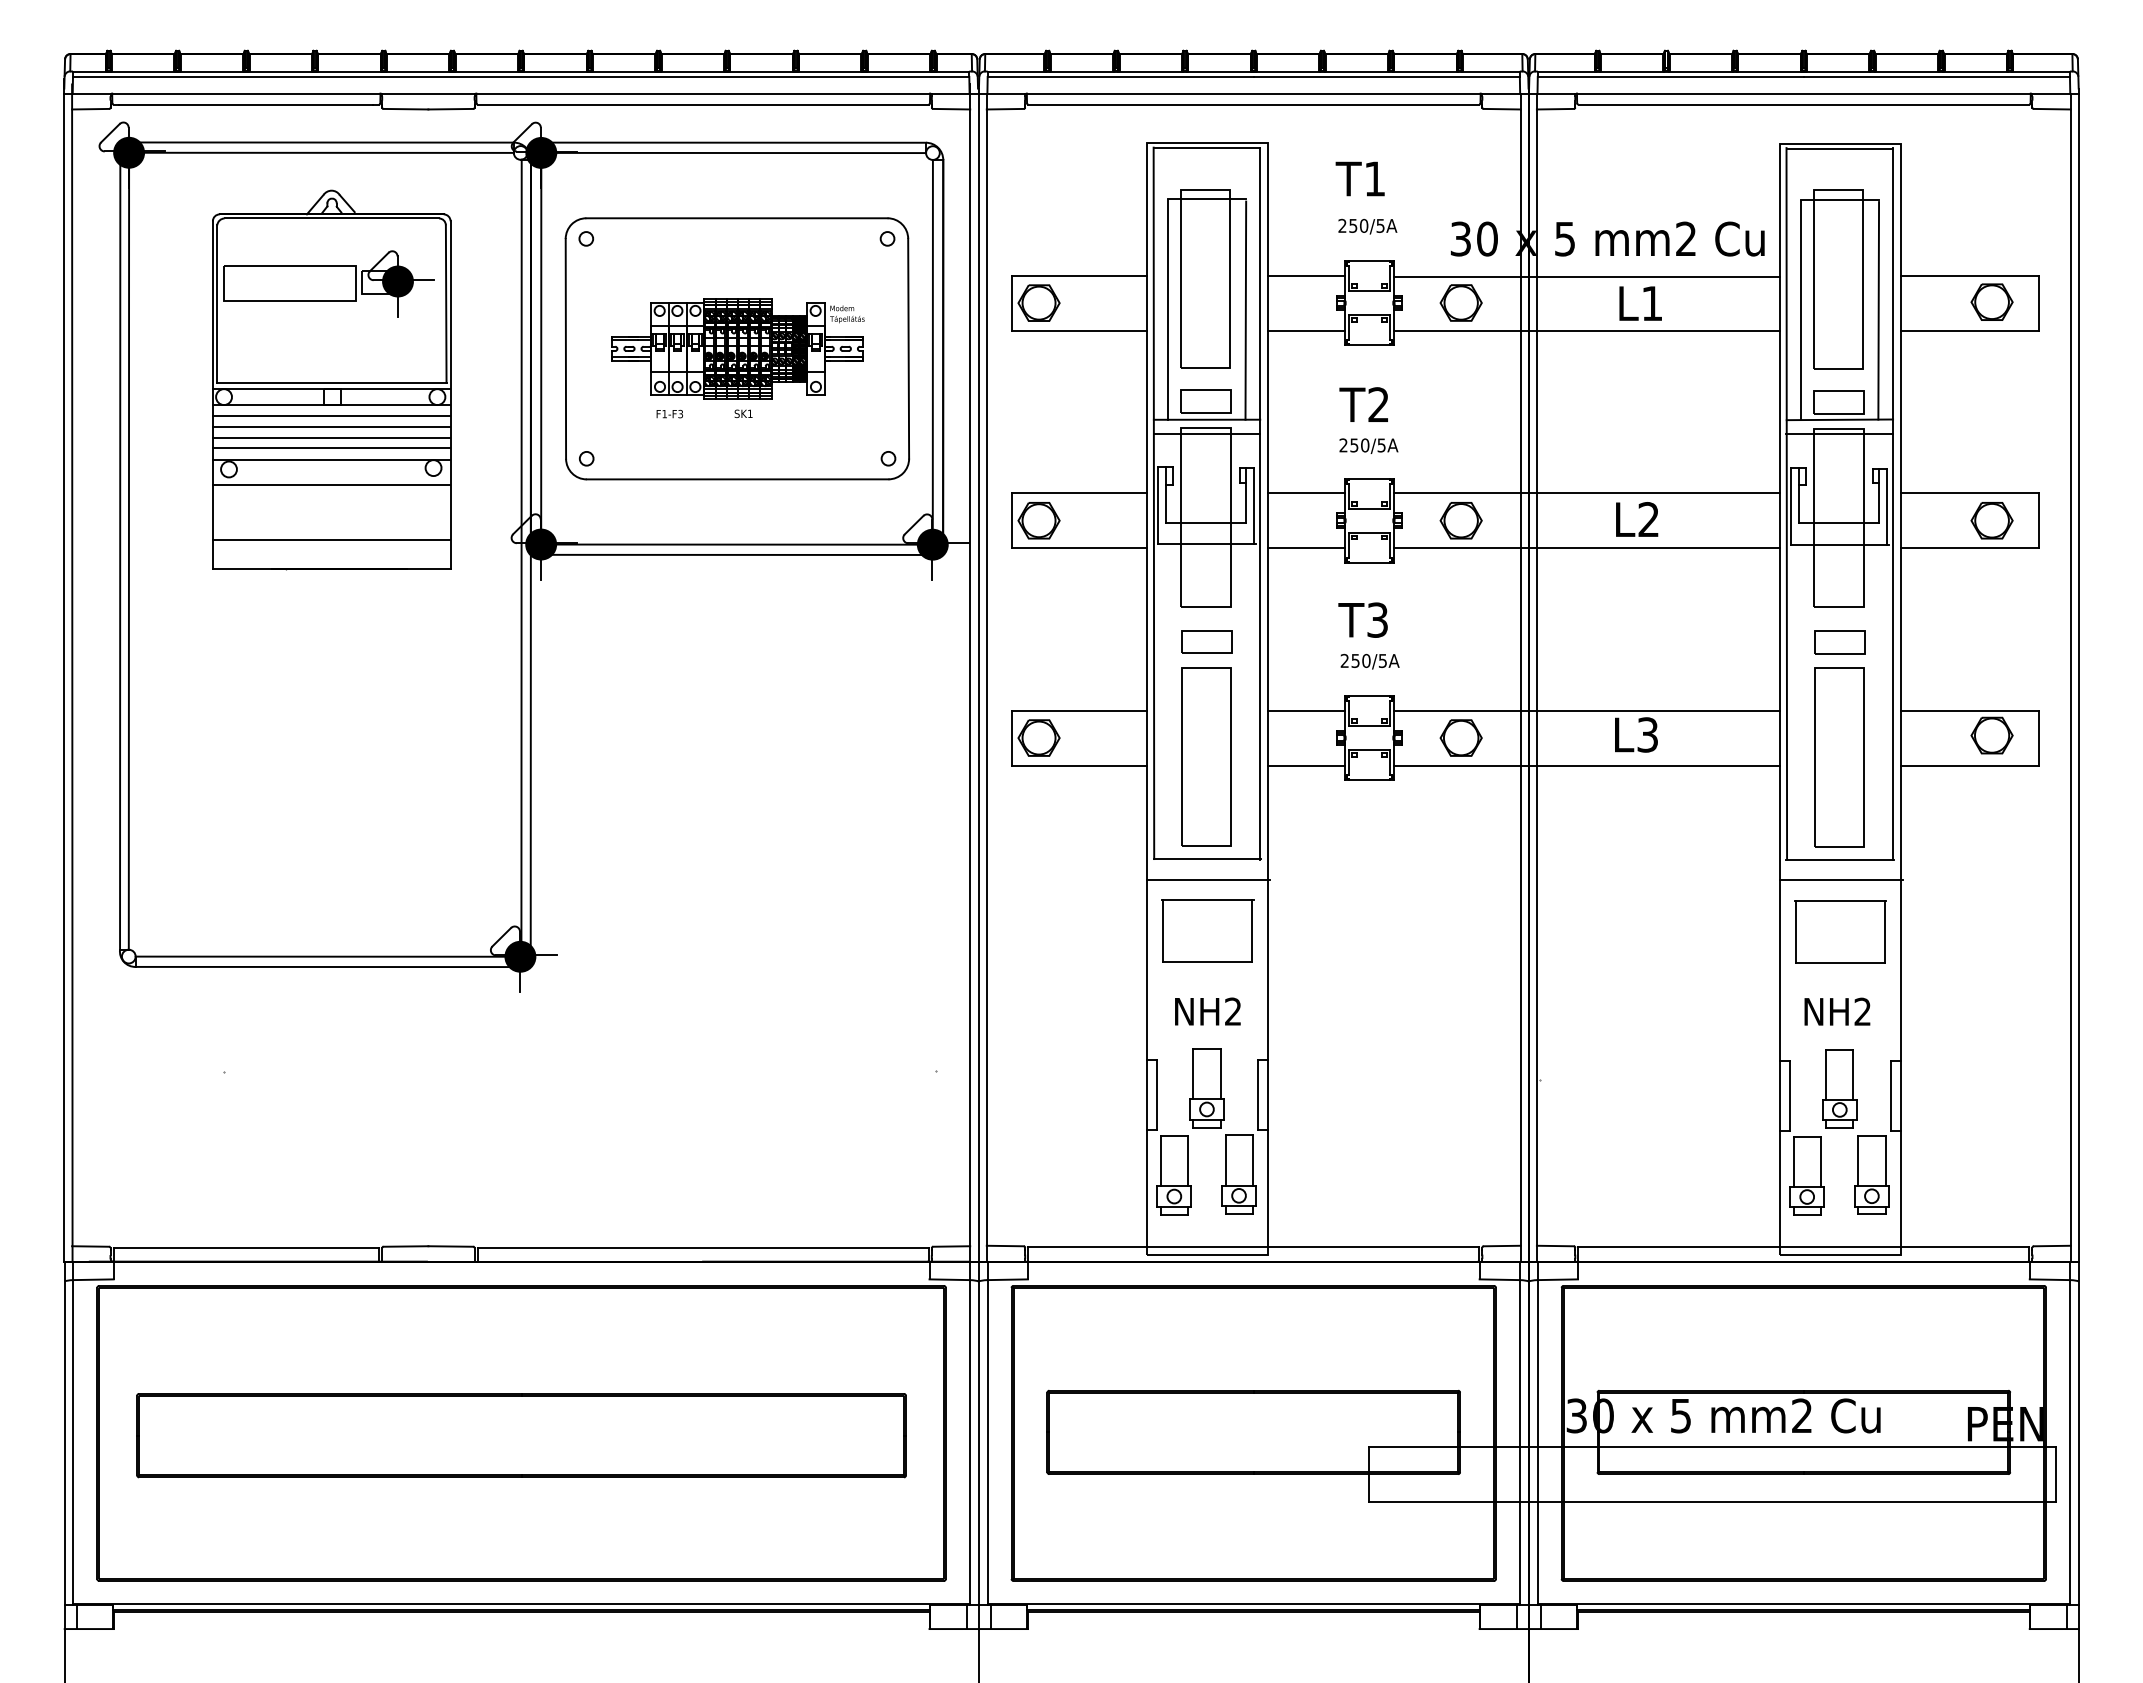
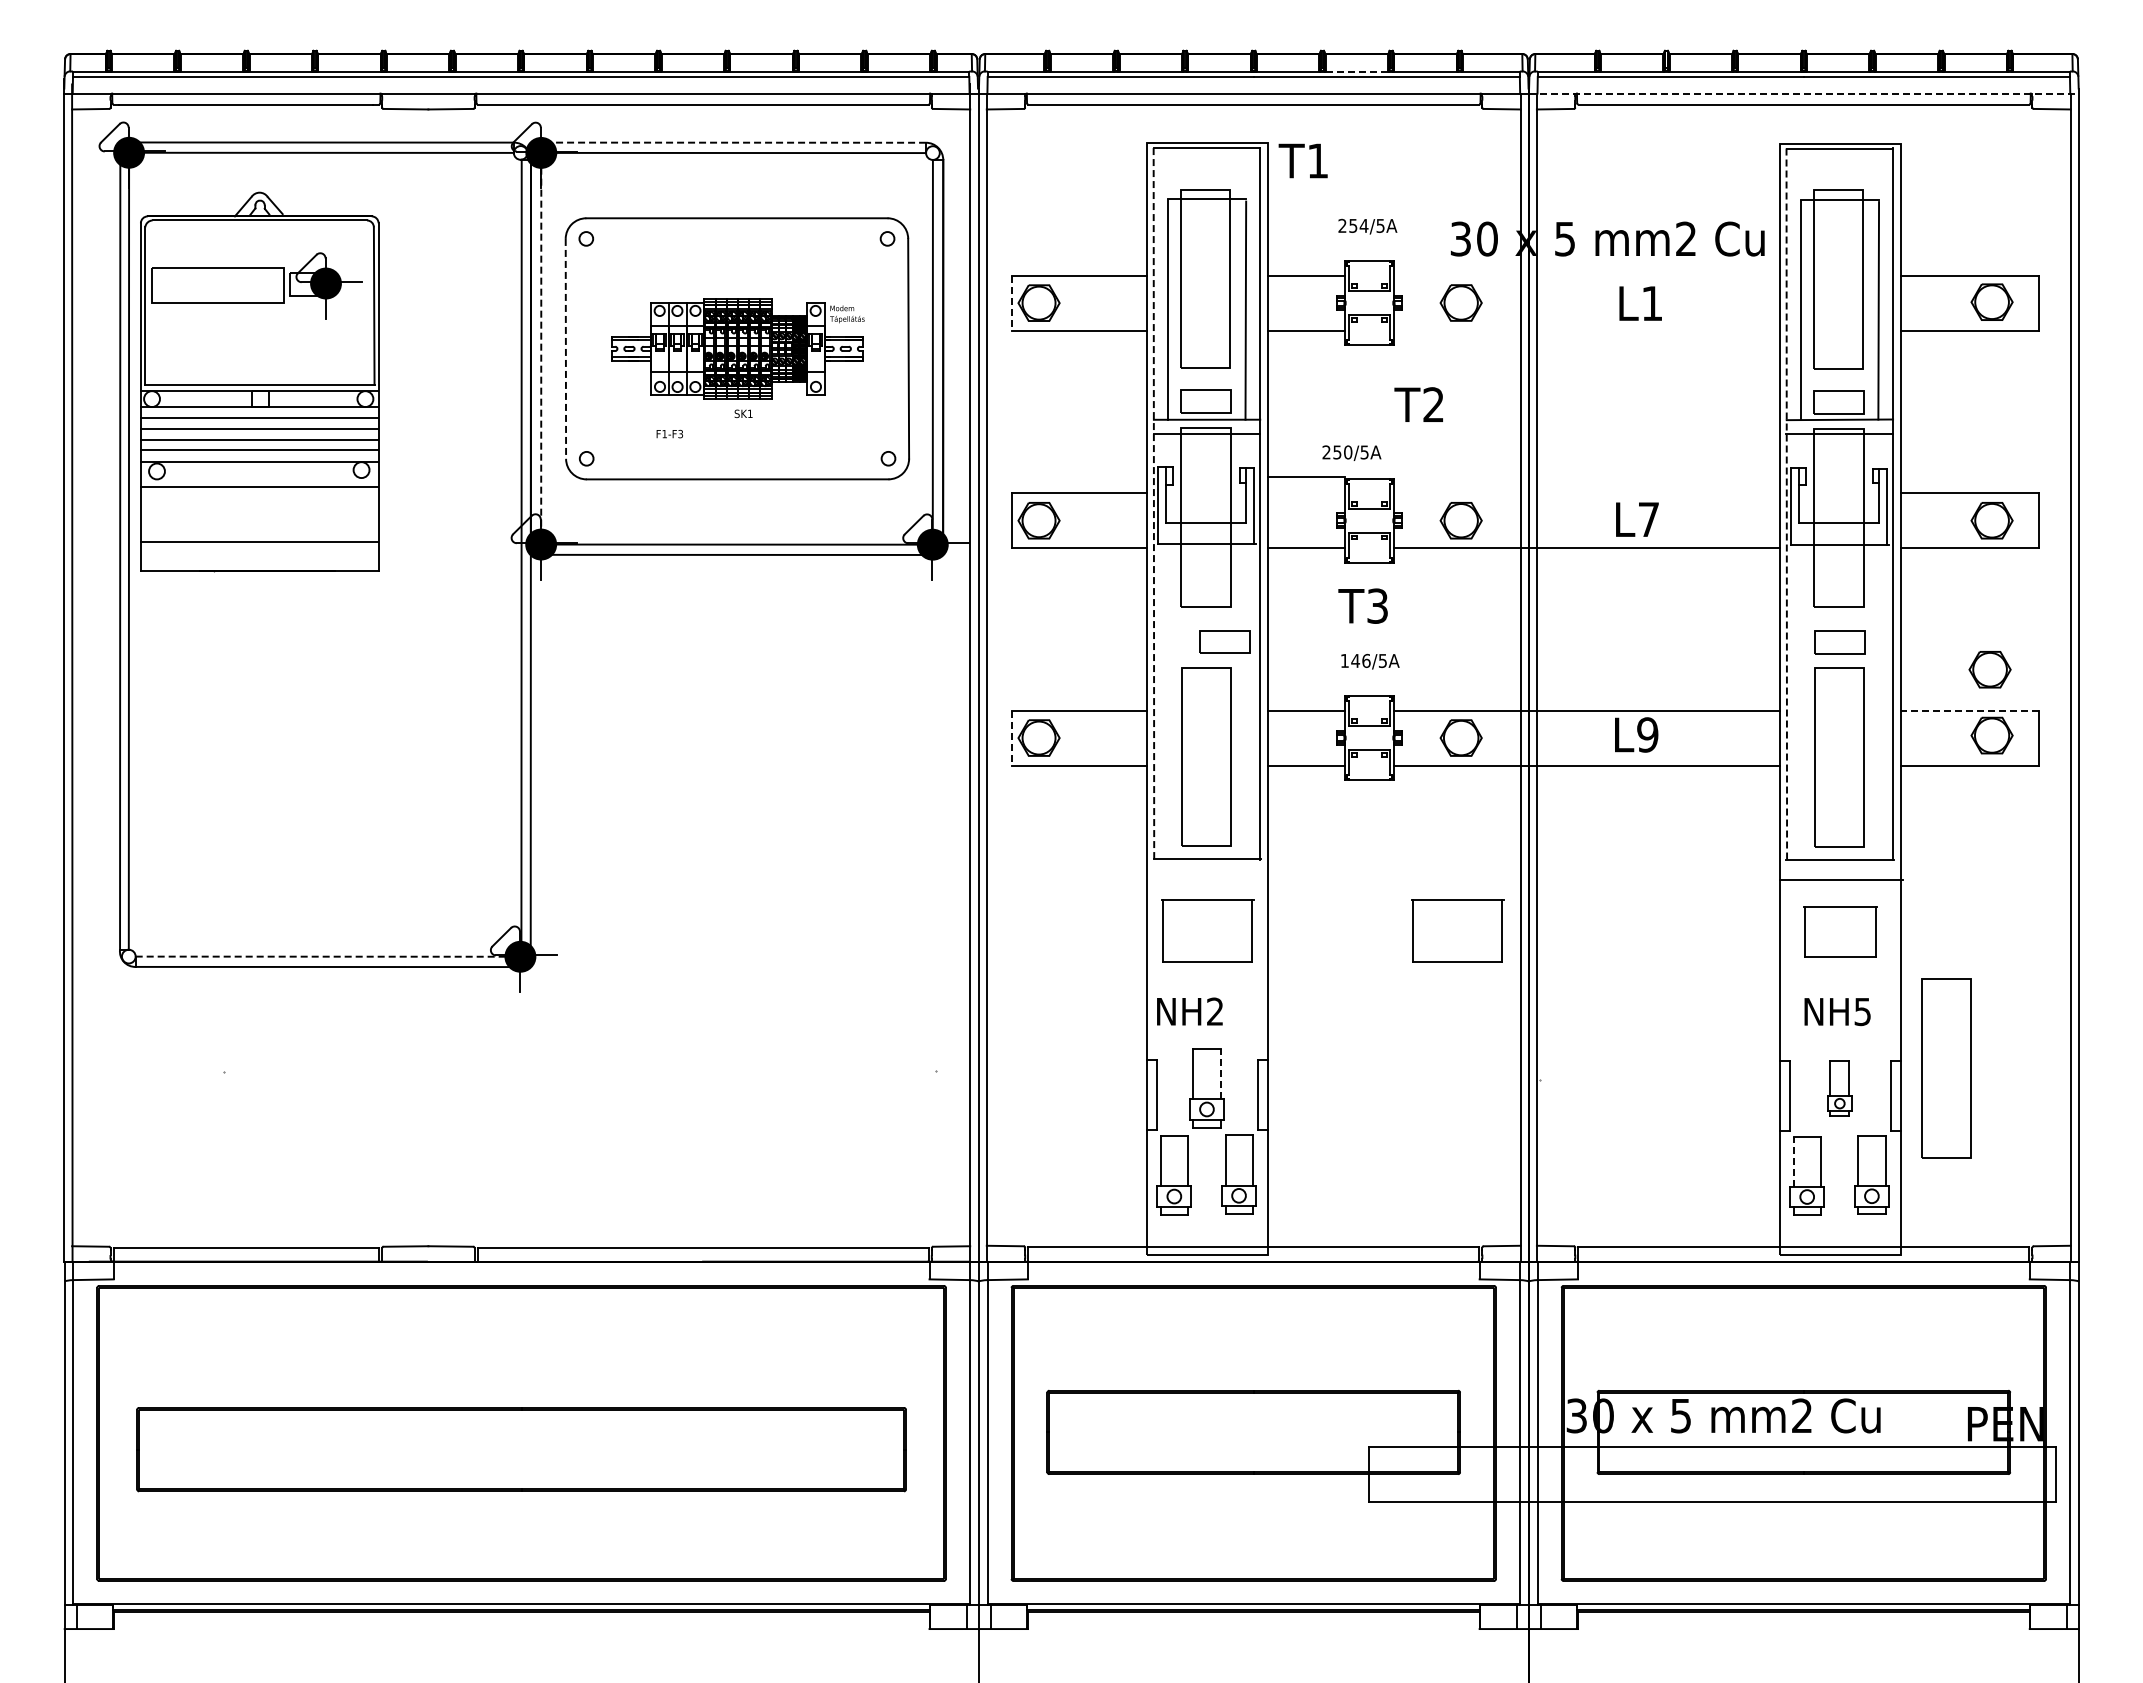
line at (1356, 71): solid -> dashed
line at (1803, 93): solid -> dashed
line at (737, 142): solid -> dashed
text at (1359, 178) position: (1359, 178) -> (1302, 160)
text at (1363, 225): 250/5A -> 254/5A
line at (1586, 276): present -> none
line at (1011, 303): solid -> dashed
line at (1586, 330): present -> none
line at (541, 348): solid -> dashed
line at (565, 348): solid -> dashed
part at (331, 379) position: (331, 379) -> (259, 381)
text at (1363, 404) position: (1363, 404) -> (1418, 404)
text at (669, 413) position: (669, 413) -> (669, 433)
text at (1368, 445) position: (1368, 445) -> (1351, 452)
line at (1306, 493) position: (1306, 493) -> (1306, 477)
line at (1586, 493): present -> none
line at (1153, 503): solid -> dashed
line at (1786, 503): solid -> dashed
text at (1648, 519): L2 -> L7
text at (1362, 619) position: (1362, 619) -> (1362, 605)
part at (1206, 641) position: (1206, 641) -> (1224, 641)
text at (1355, 660): 250/5A -> 146/5A
part at (1989, 669): none -> present
line at (1969, 710): solid -> dashed
text at (1647, 734): L3 -> L9
line at (1011, 738): solid -> dashed
line at (1207, 880): present -> none
part at (1457, 930): none -> present
part at (1840, 931) size: 93x64 px -> 75x52 px
line at (324, 956): solid -> dashed
text at (1207, 1011) position: (1207, 1011) -> (1189, 1011)
text at (1862, 1011): NH2 -> NH5
part at (1946, 1068): none -> present
line at (1220, 1073): solid -> dashed
part at (1839, 1088) size: 36x80 px -> 26x57 px
line at (1793, 1161): solid -> dashed
part at (521, 1435) position: (521, 1435) -> (521, 1449)
